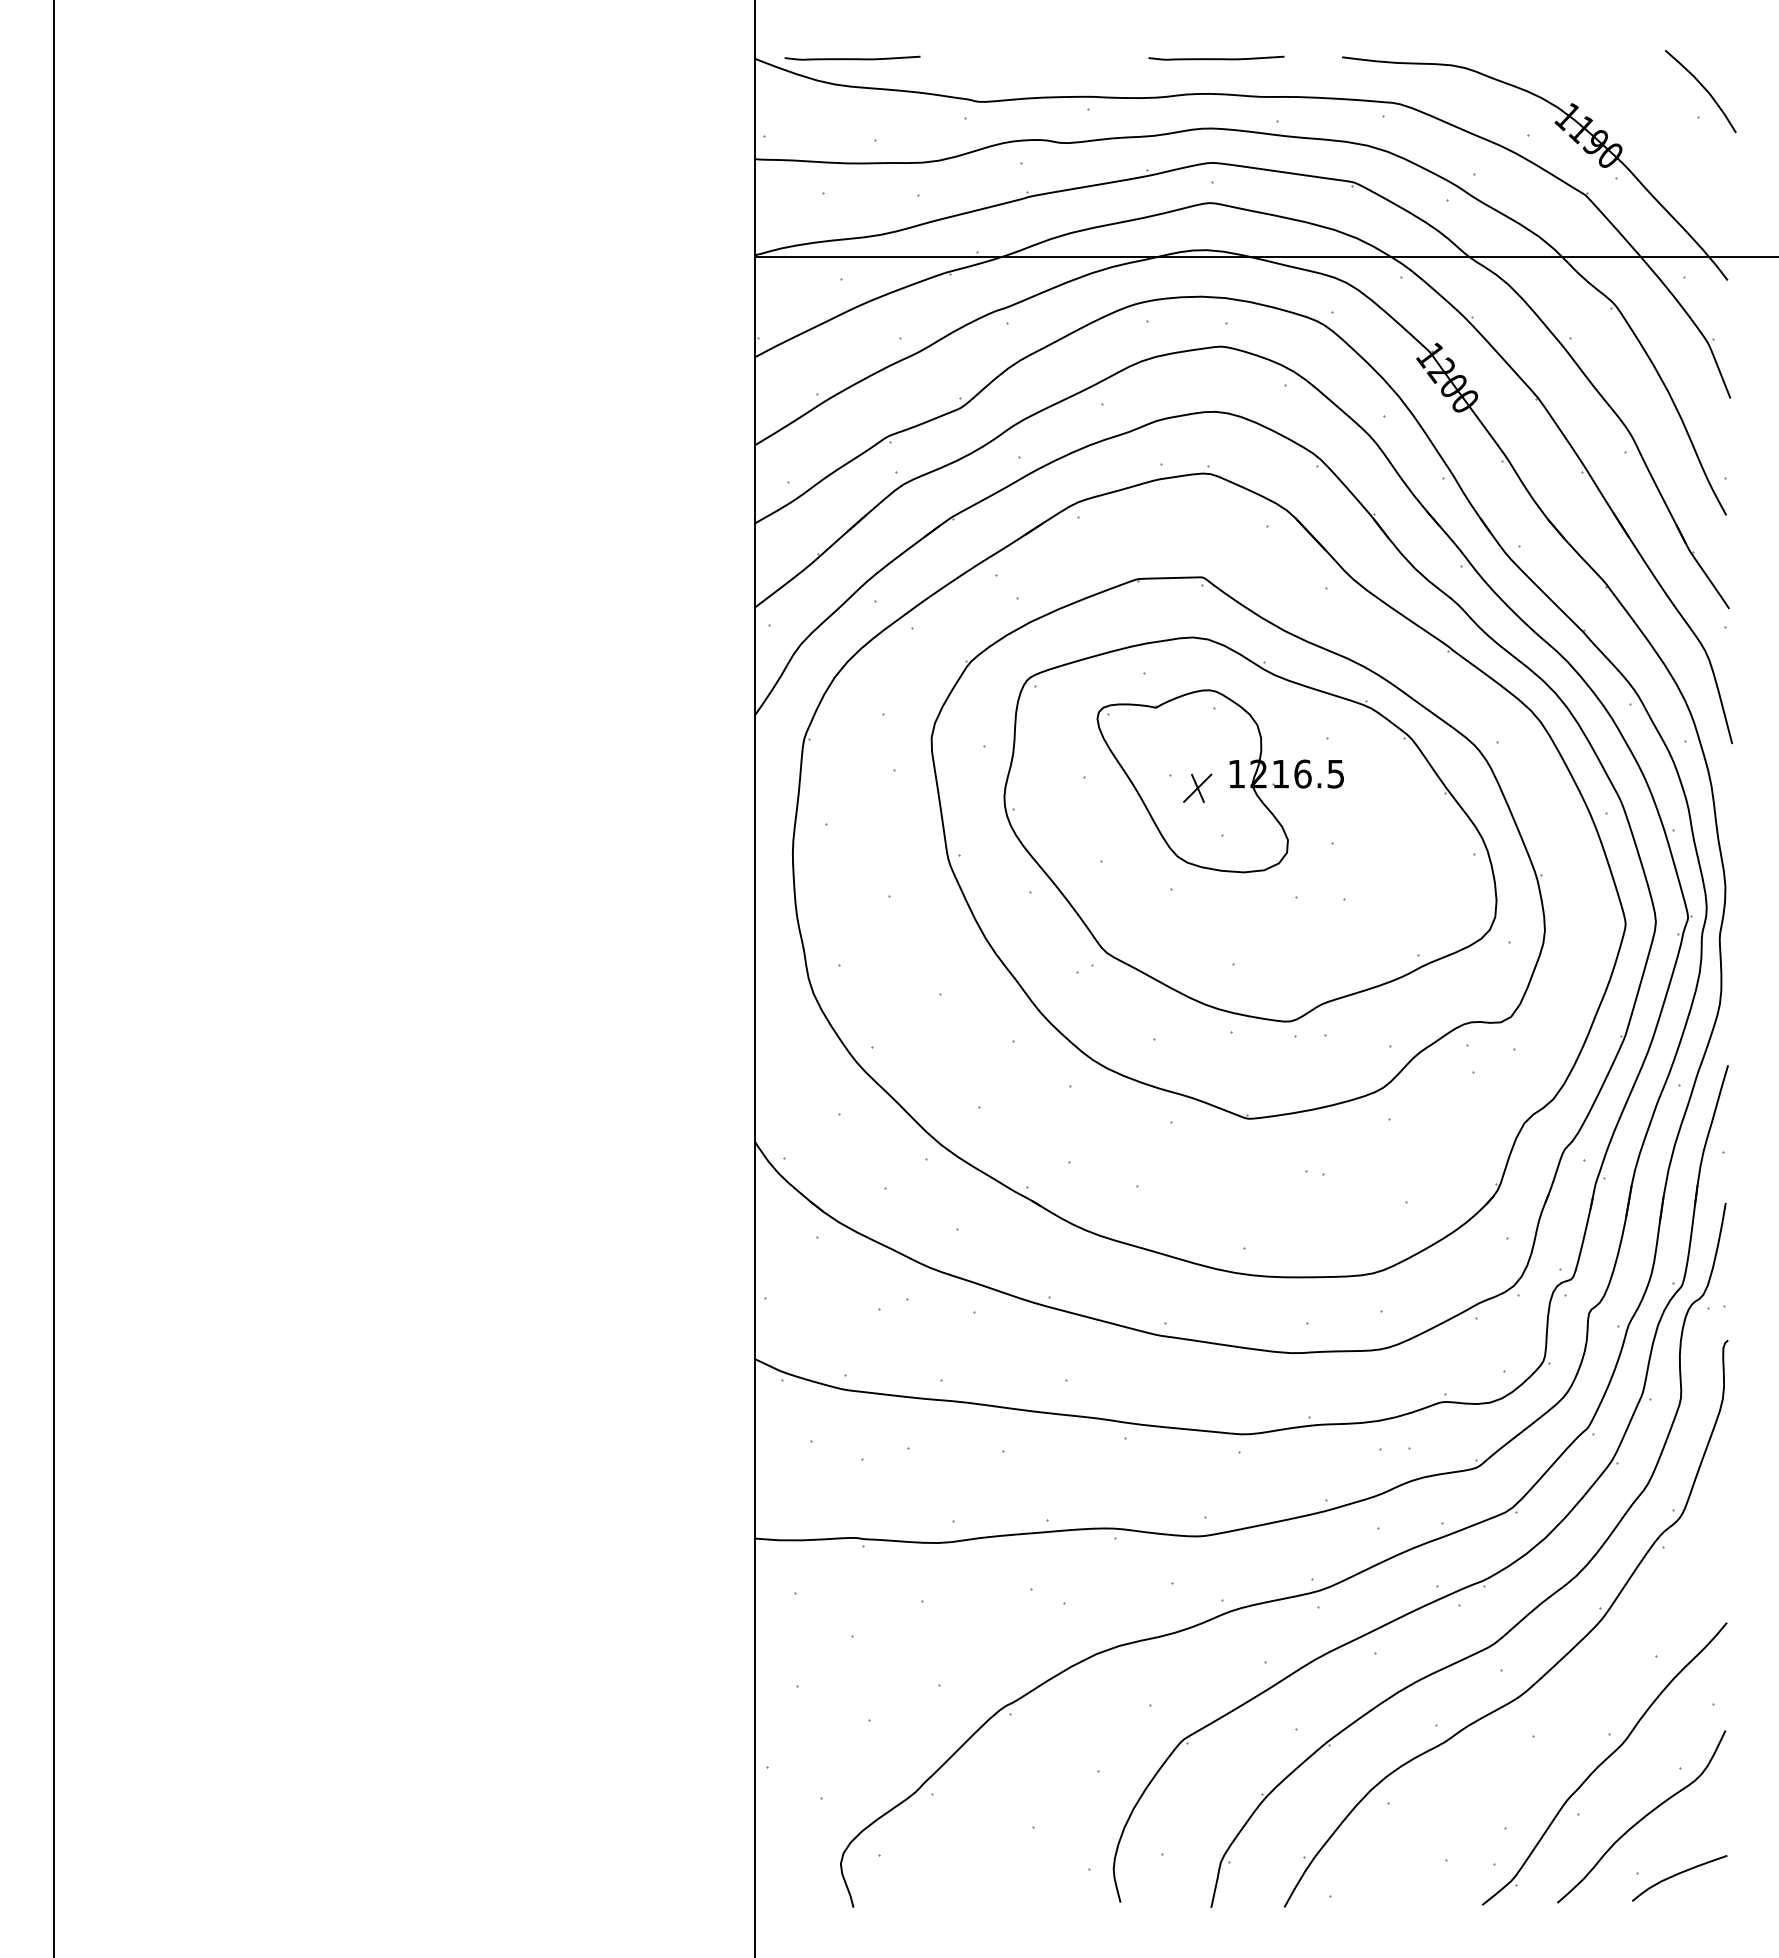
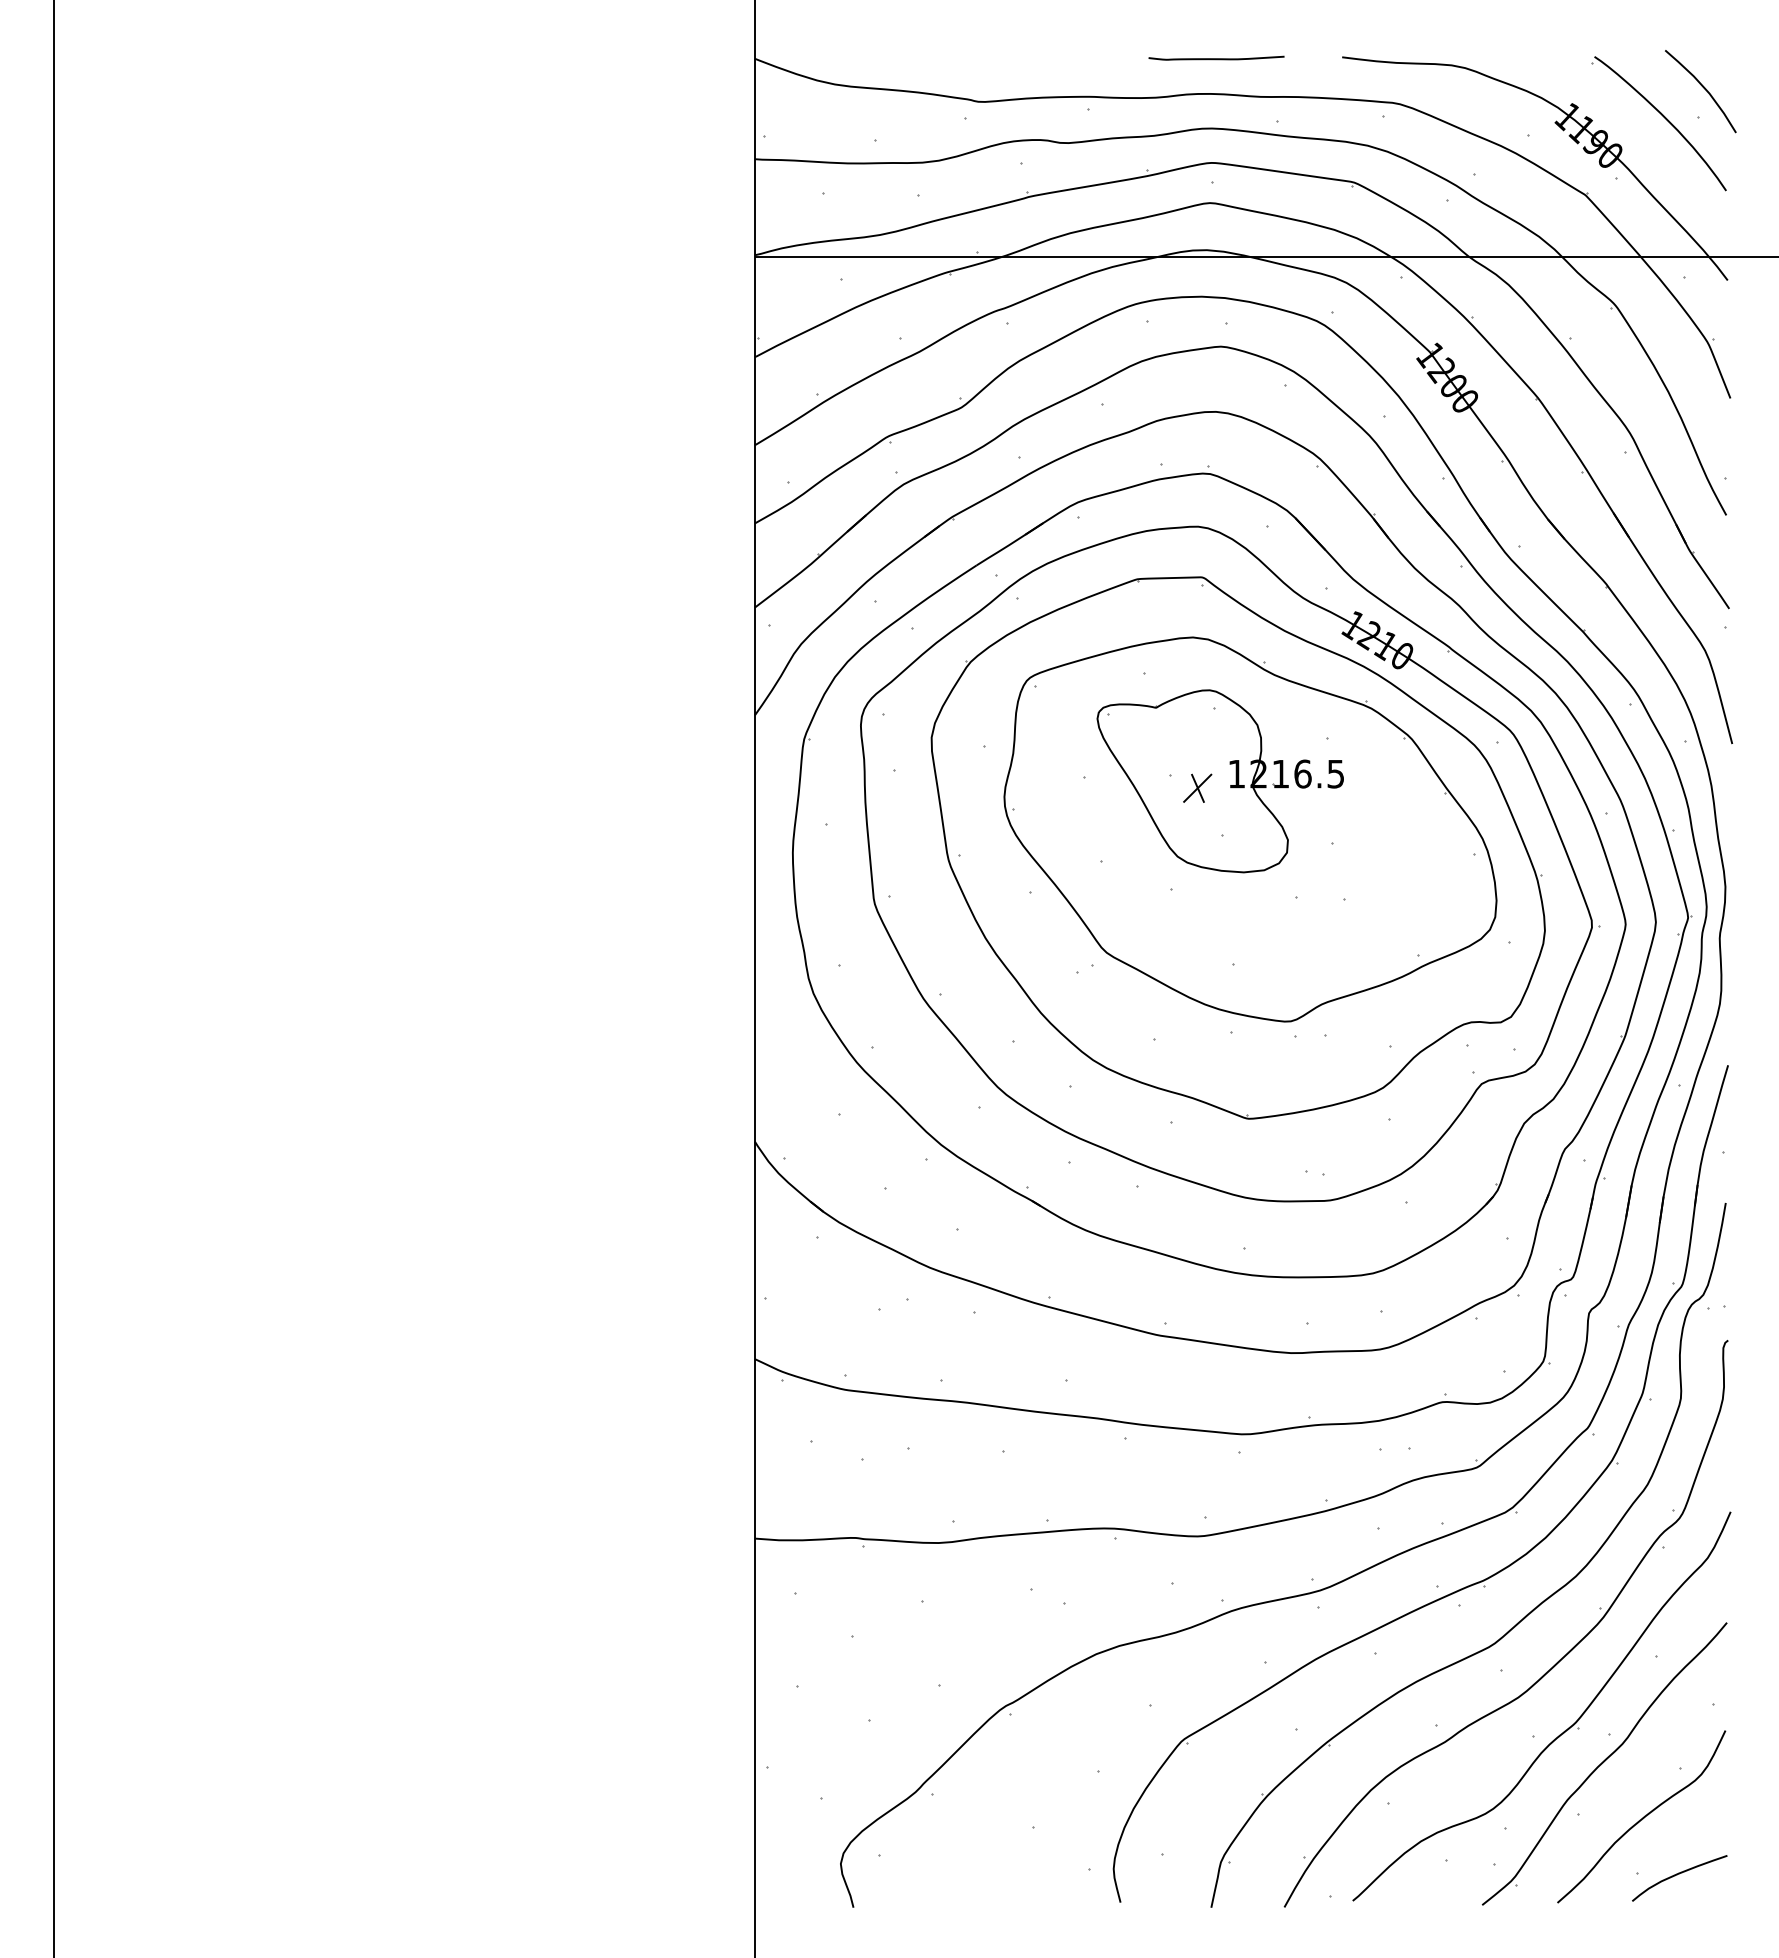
curve at (852, 58): present -> none
part at (1663, 117): none -> present
part at (1230, 863): none -> present
part at (1564, 1730): none -> present
